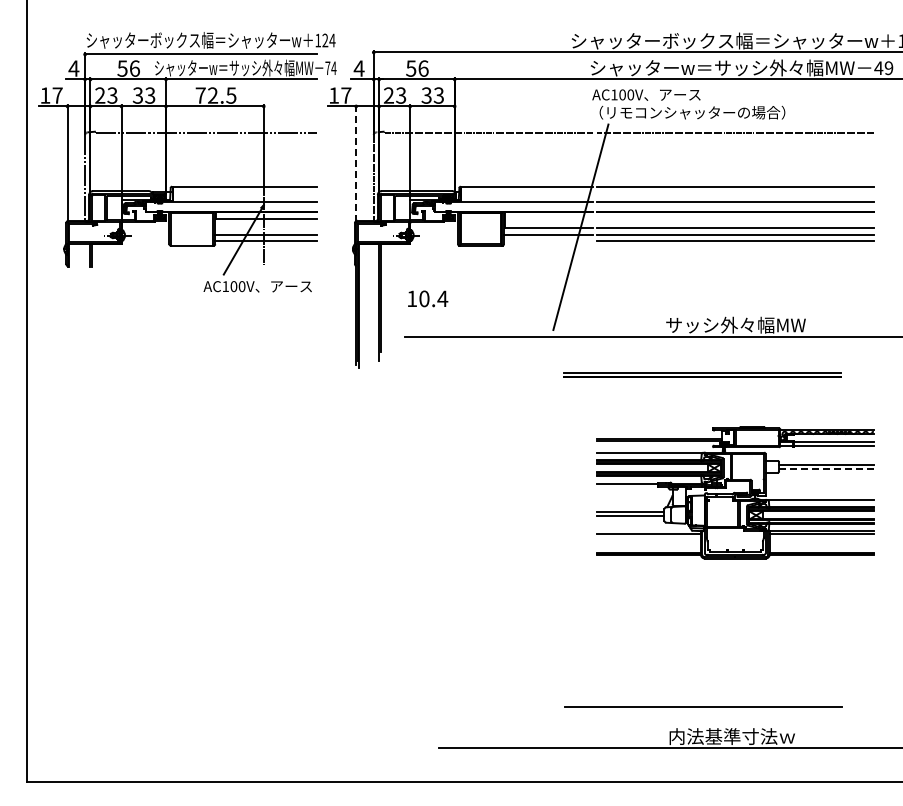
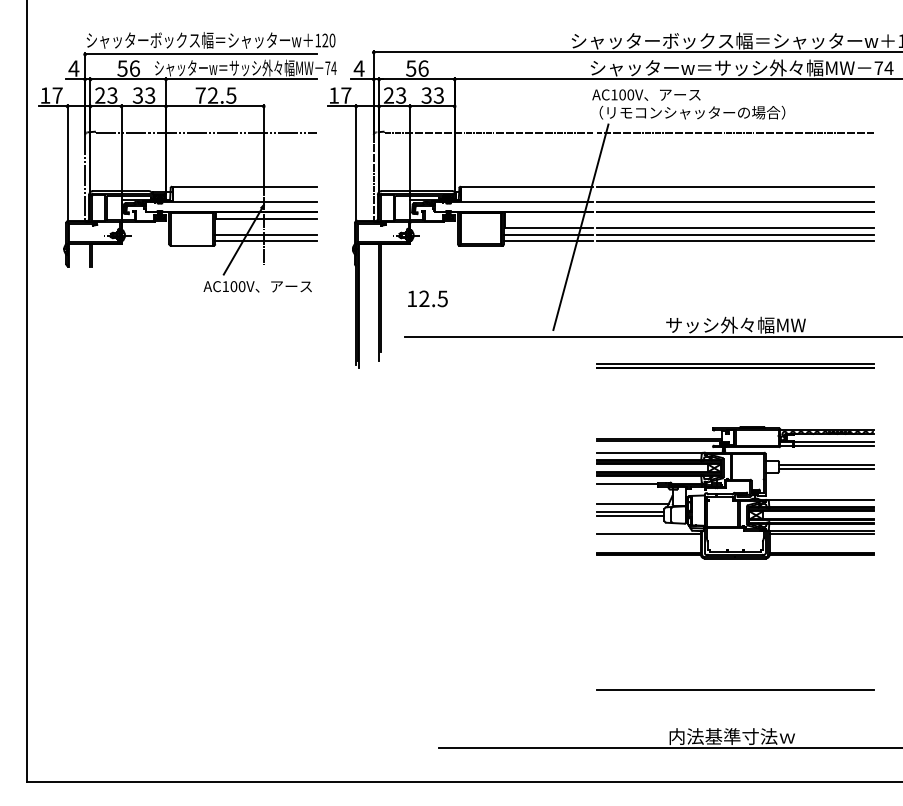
text at (332, 40): 124 -> 120
text at (883, 68): 49 -> 74
line at (356, 163): dashed -> solid
line at (547, 241): none -> present
text at (433, 298): 10.4 -> 12.5
part at (702, 374) position: (702, 374) -> (735, 365)
line at (827, 469): dashed -> solid
line at (632, 503): none -> present
line at (703, 706) position: (703, 706) -> (735, 689)
